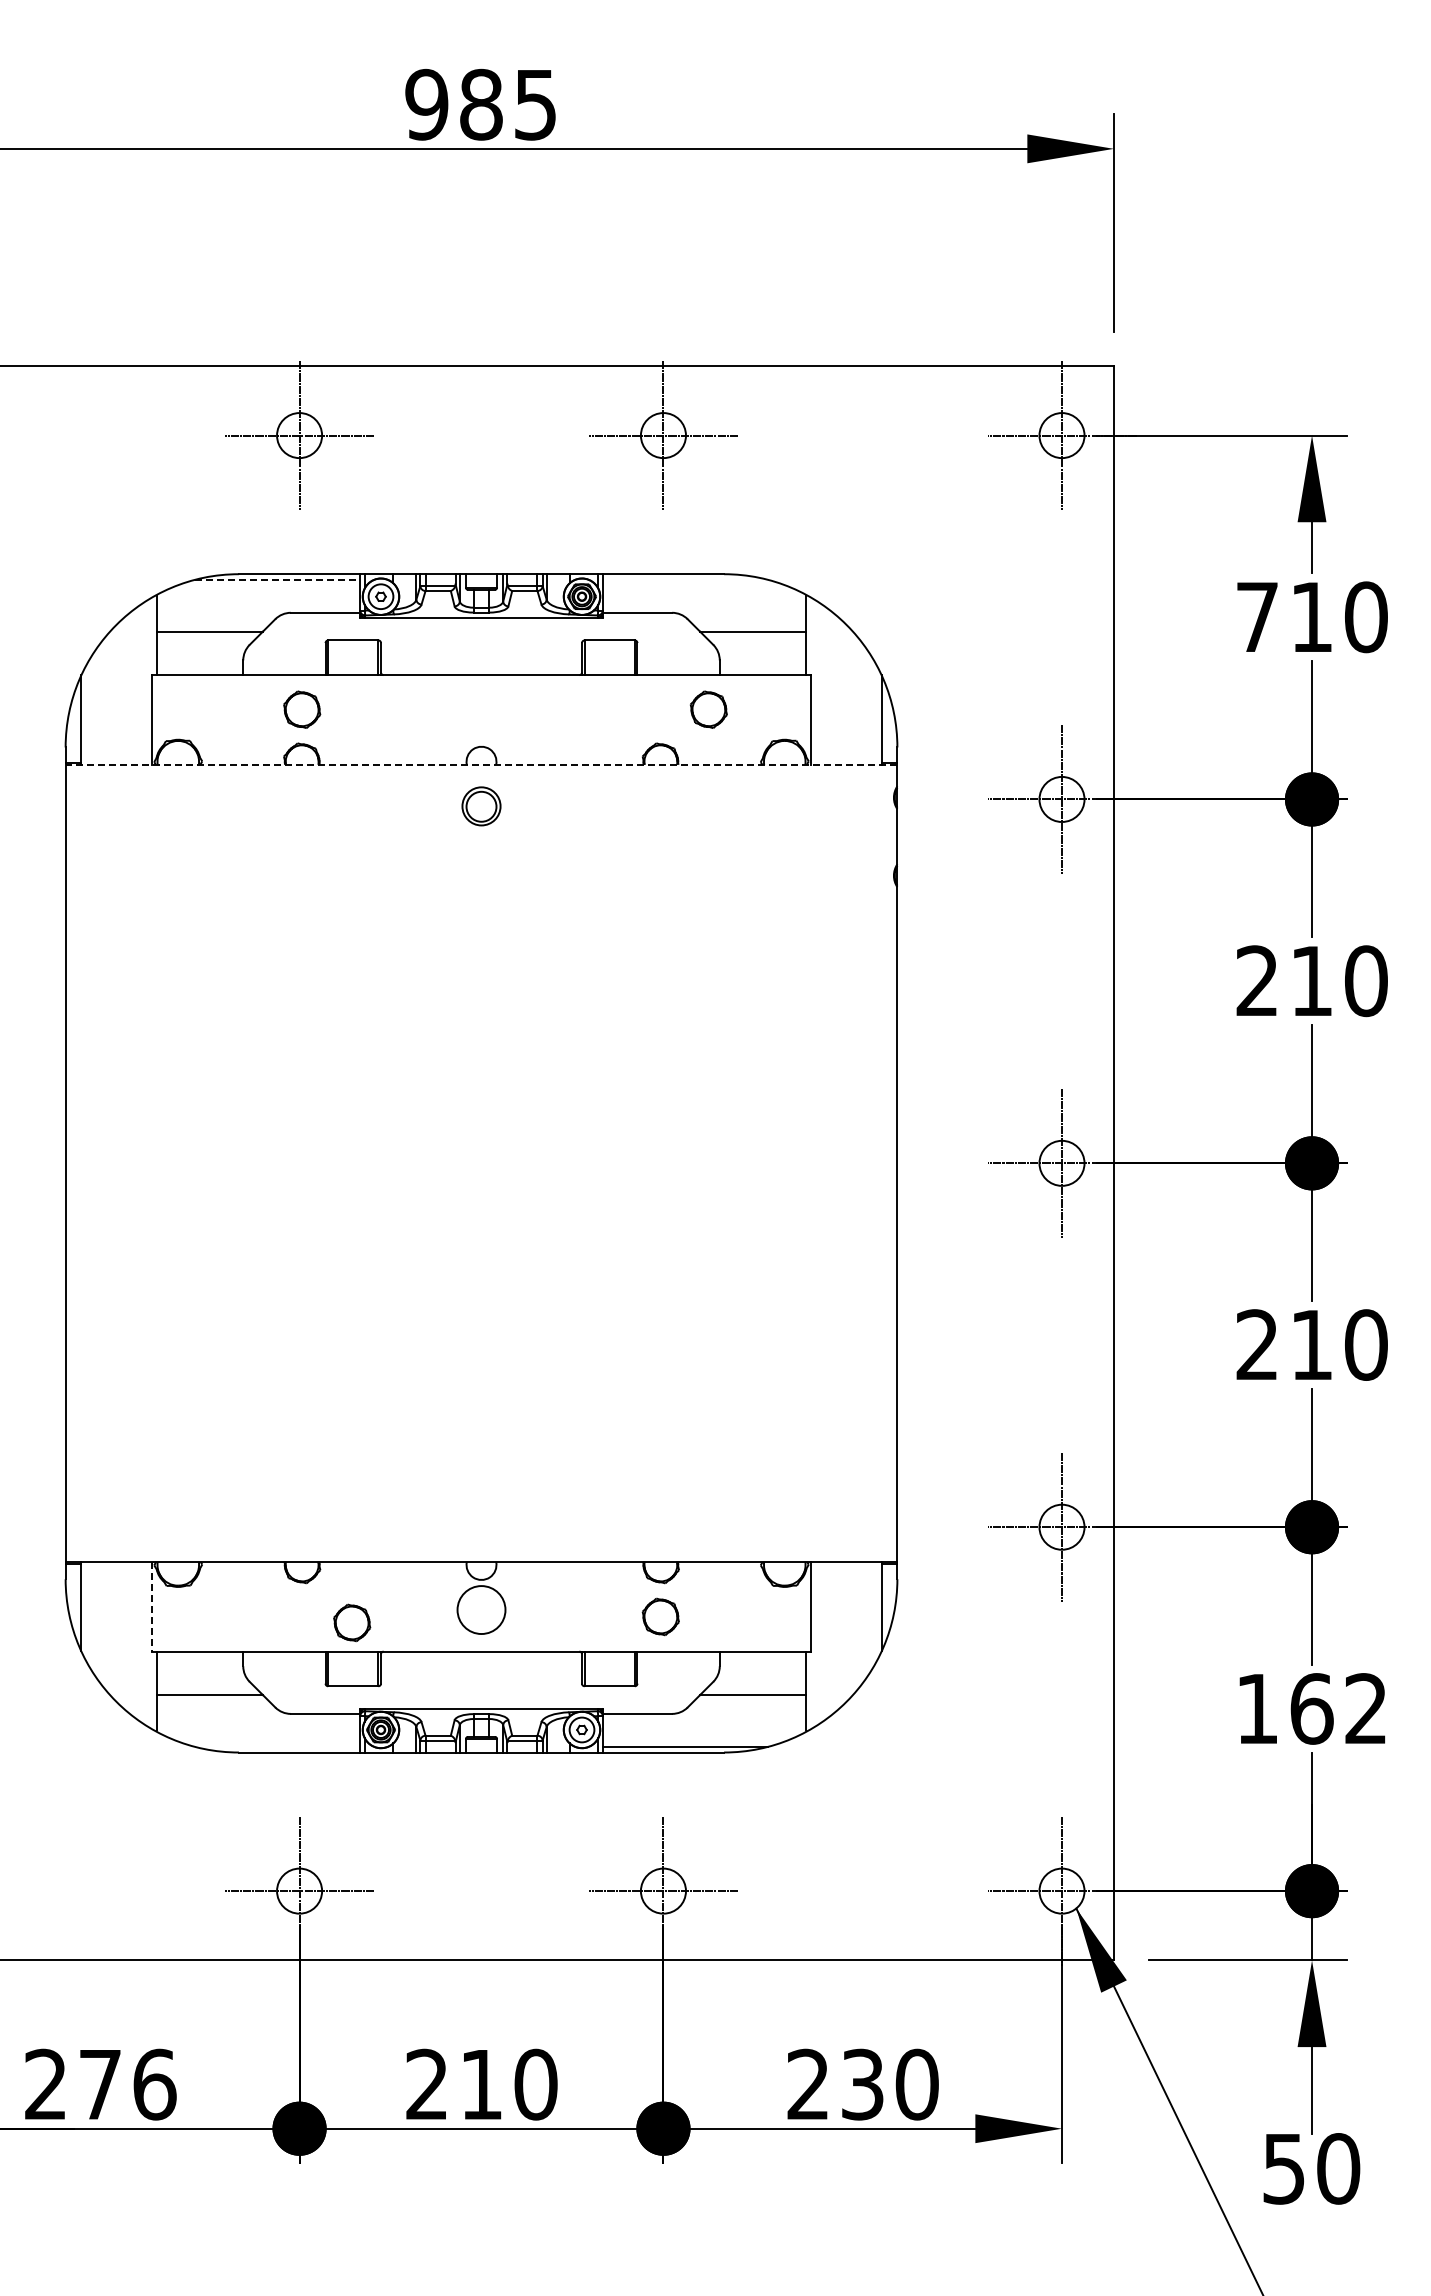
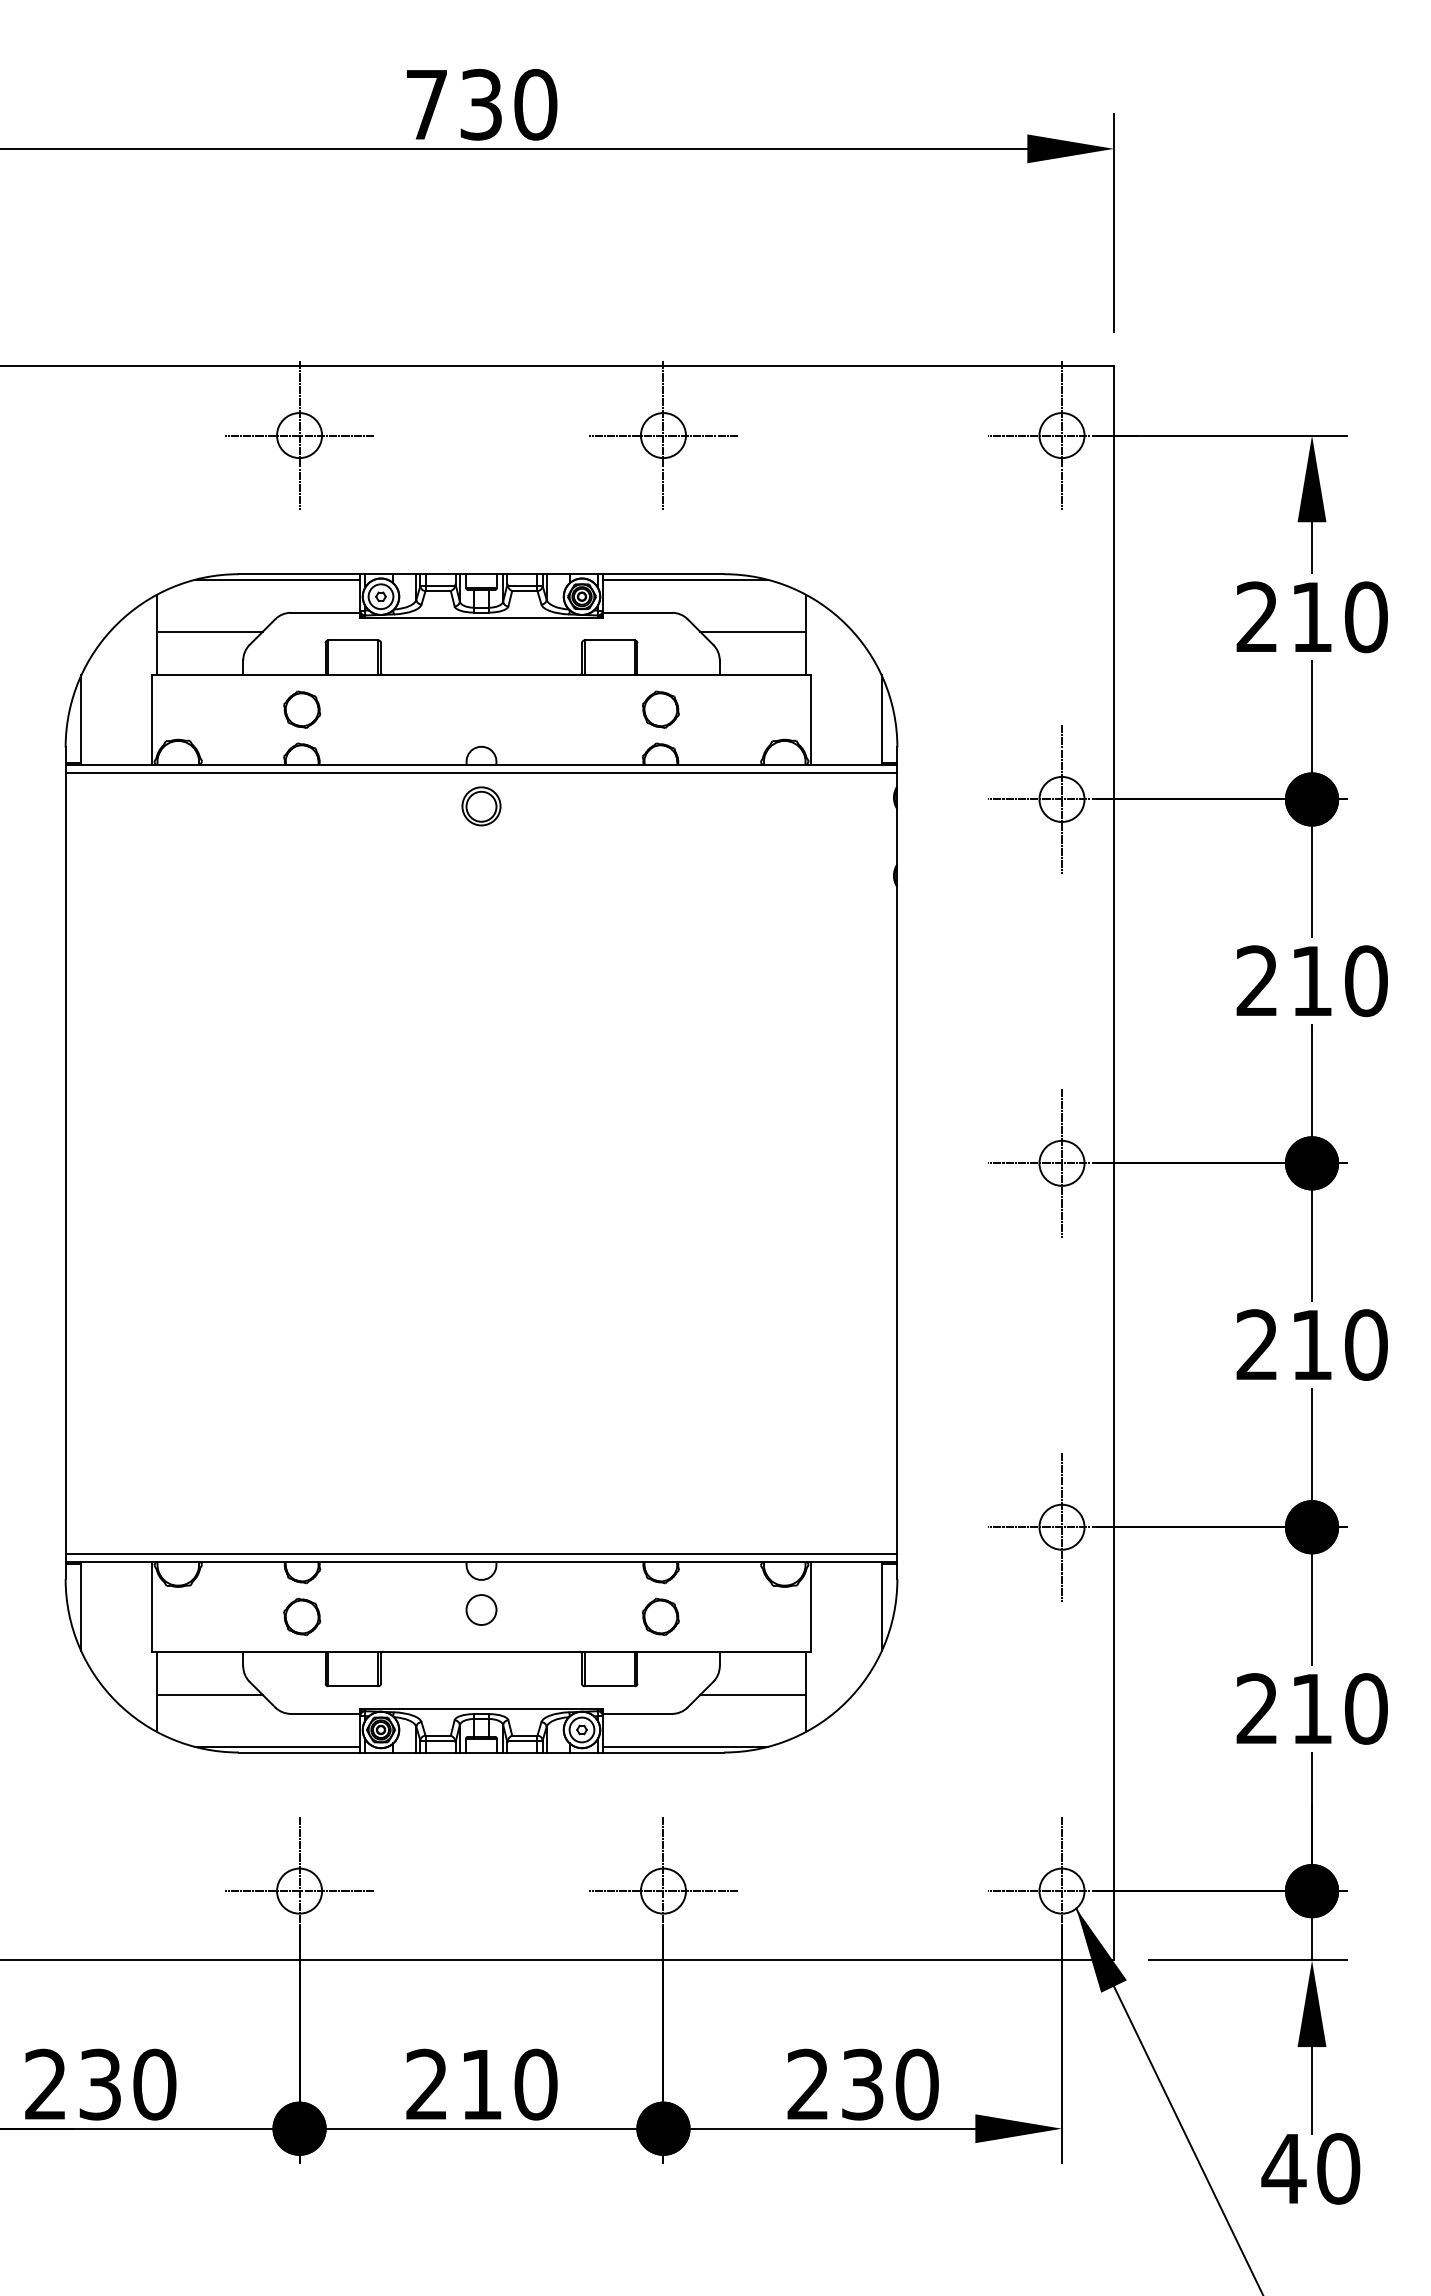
text at (481, 104): 985 -> 730
line at (278, 579): dashed -> solid
line at (684, 579): none -> present
text at (1256, 616): 710 -> 210
part at (708, 709) position: (708, 709) -> (660, 709)
line at (481, 764): dashed -> solid
line at (481, 773): none -> present
line at (481, 1553): none -> present
line at (152, 1606): dashed -> solid
circle at (481, 1610) diameter: 48 px -> 30 px
part at (352, 1622) position: (352, 1622) -> (302, 1616)
text at (1311, 1708): 162 -> 210
line at (277, 1746): none -> present
text at (127, 2084): 276 -> 230
text at (1283, 2169): 50 -> 40
